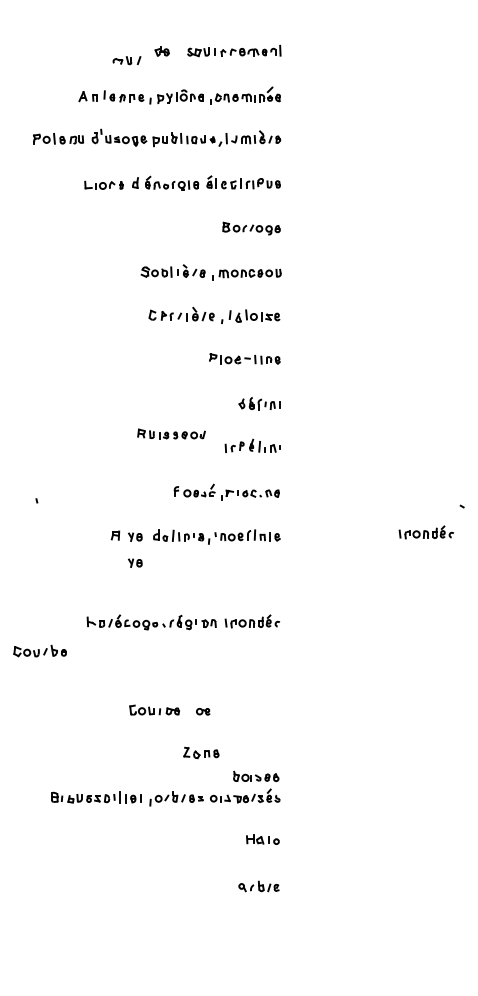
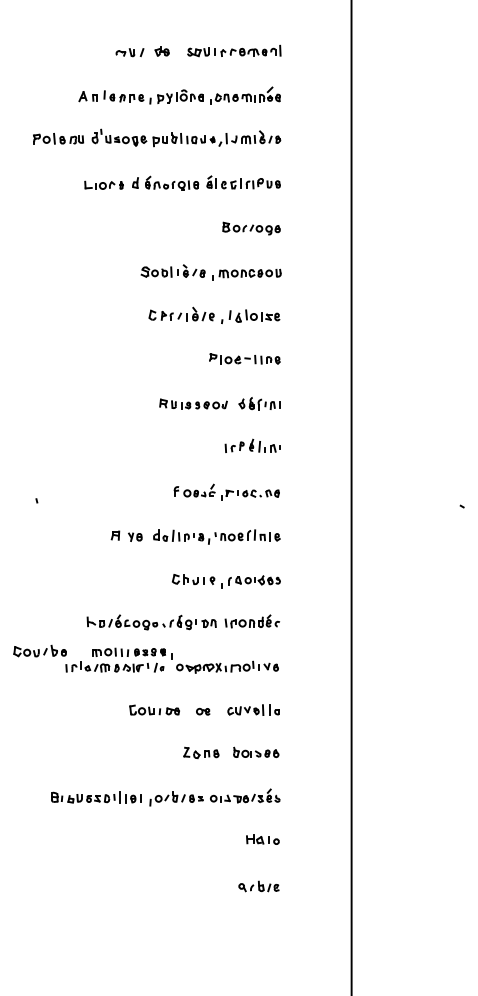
part at (126, 60) position: (126, 60) -> (129, 52)
part at (171, 433) position: (171, 433) -> (193, 403)
line at (351, 497): none -> present
part at (426, 532): present -> none
part at (135, 562): present -> none
part at (225, 581): none -> present
part at (171, 660): none -> present
part at (253, 709): none -> present
part at (256, 776) position: (256, 776) -> (256, 752)
